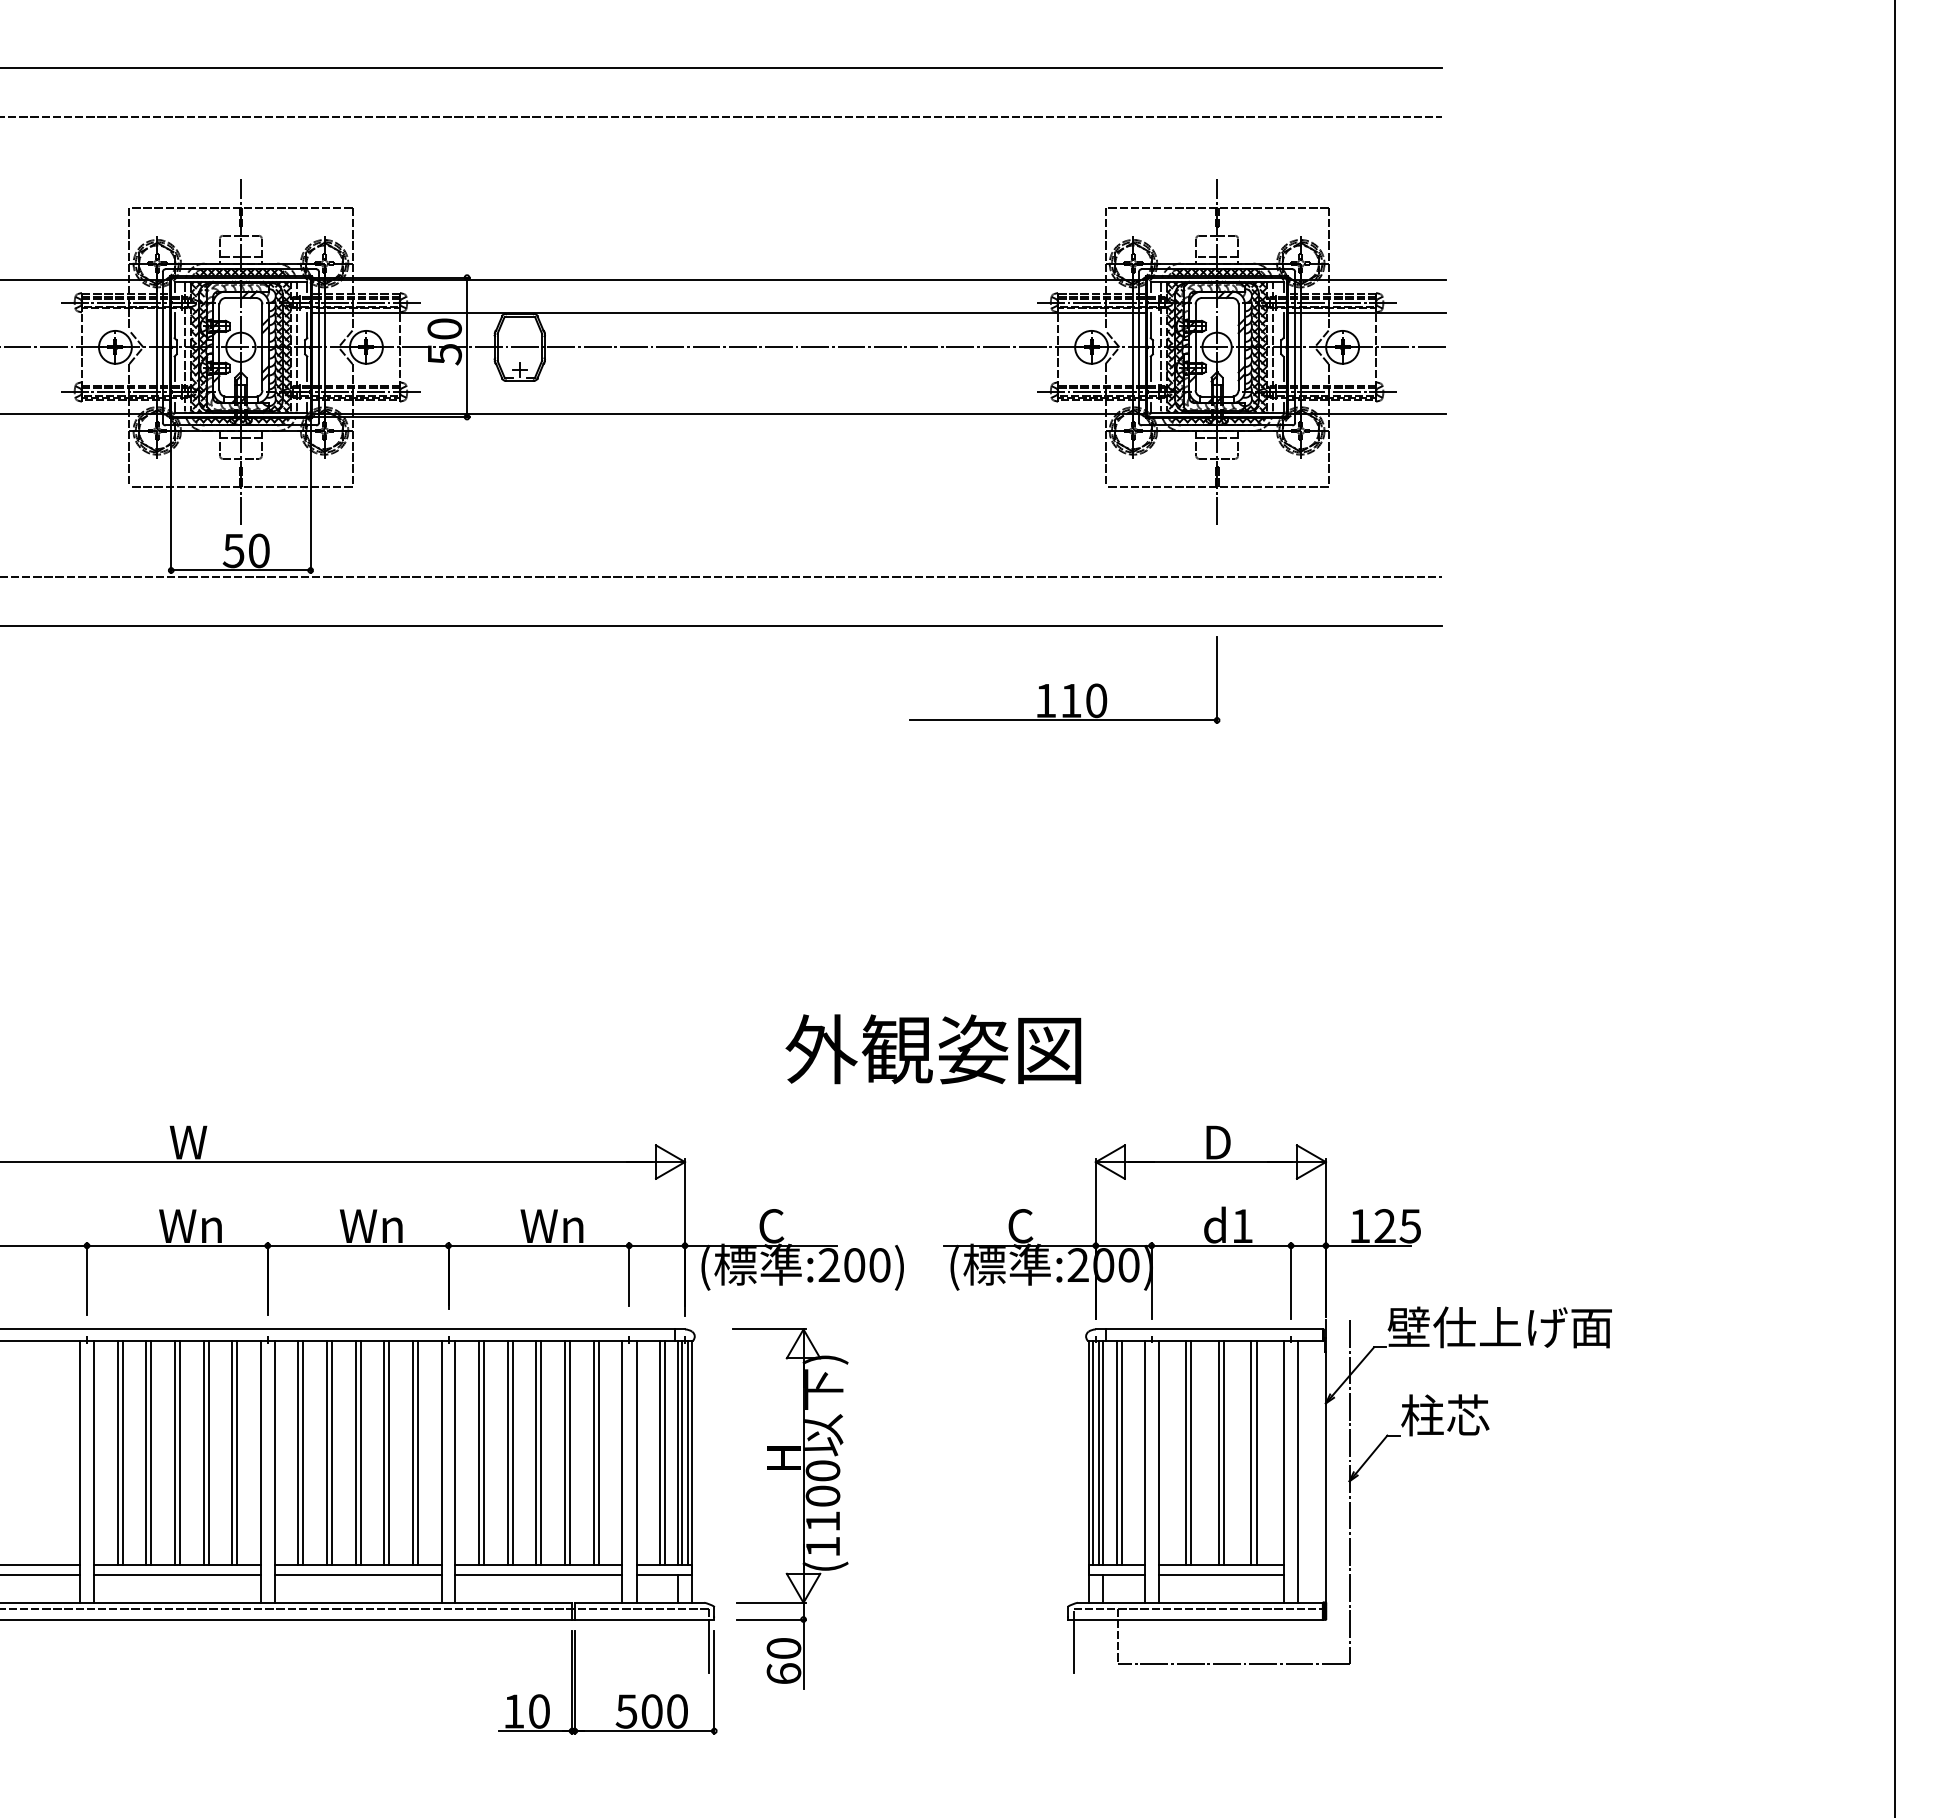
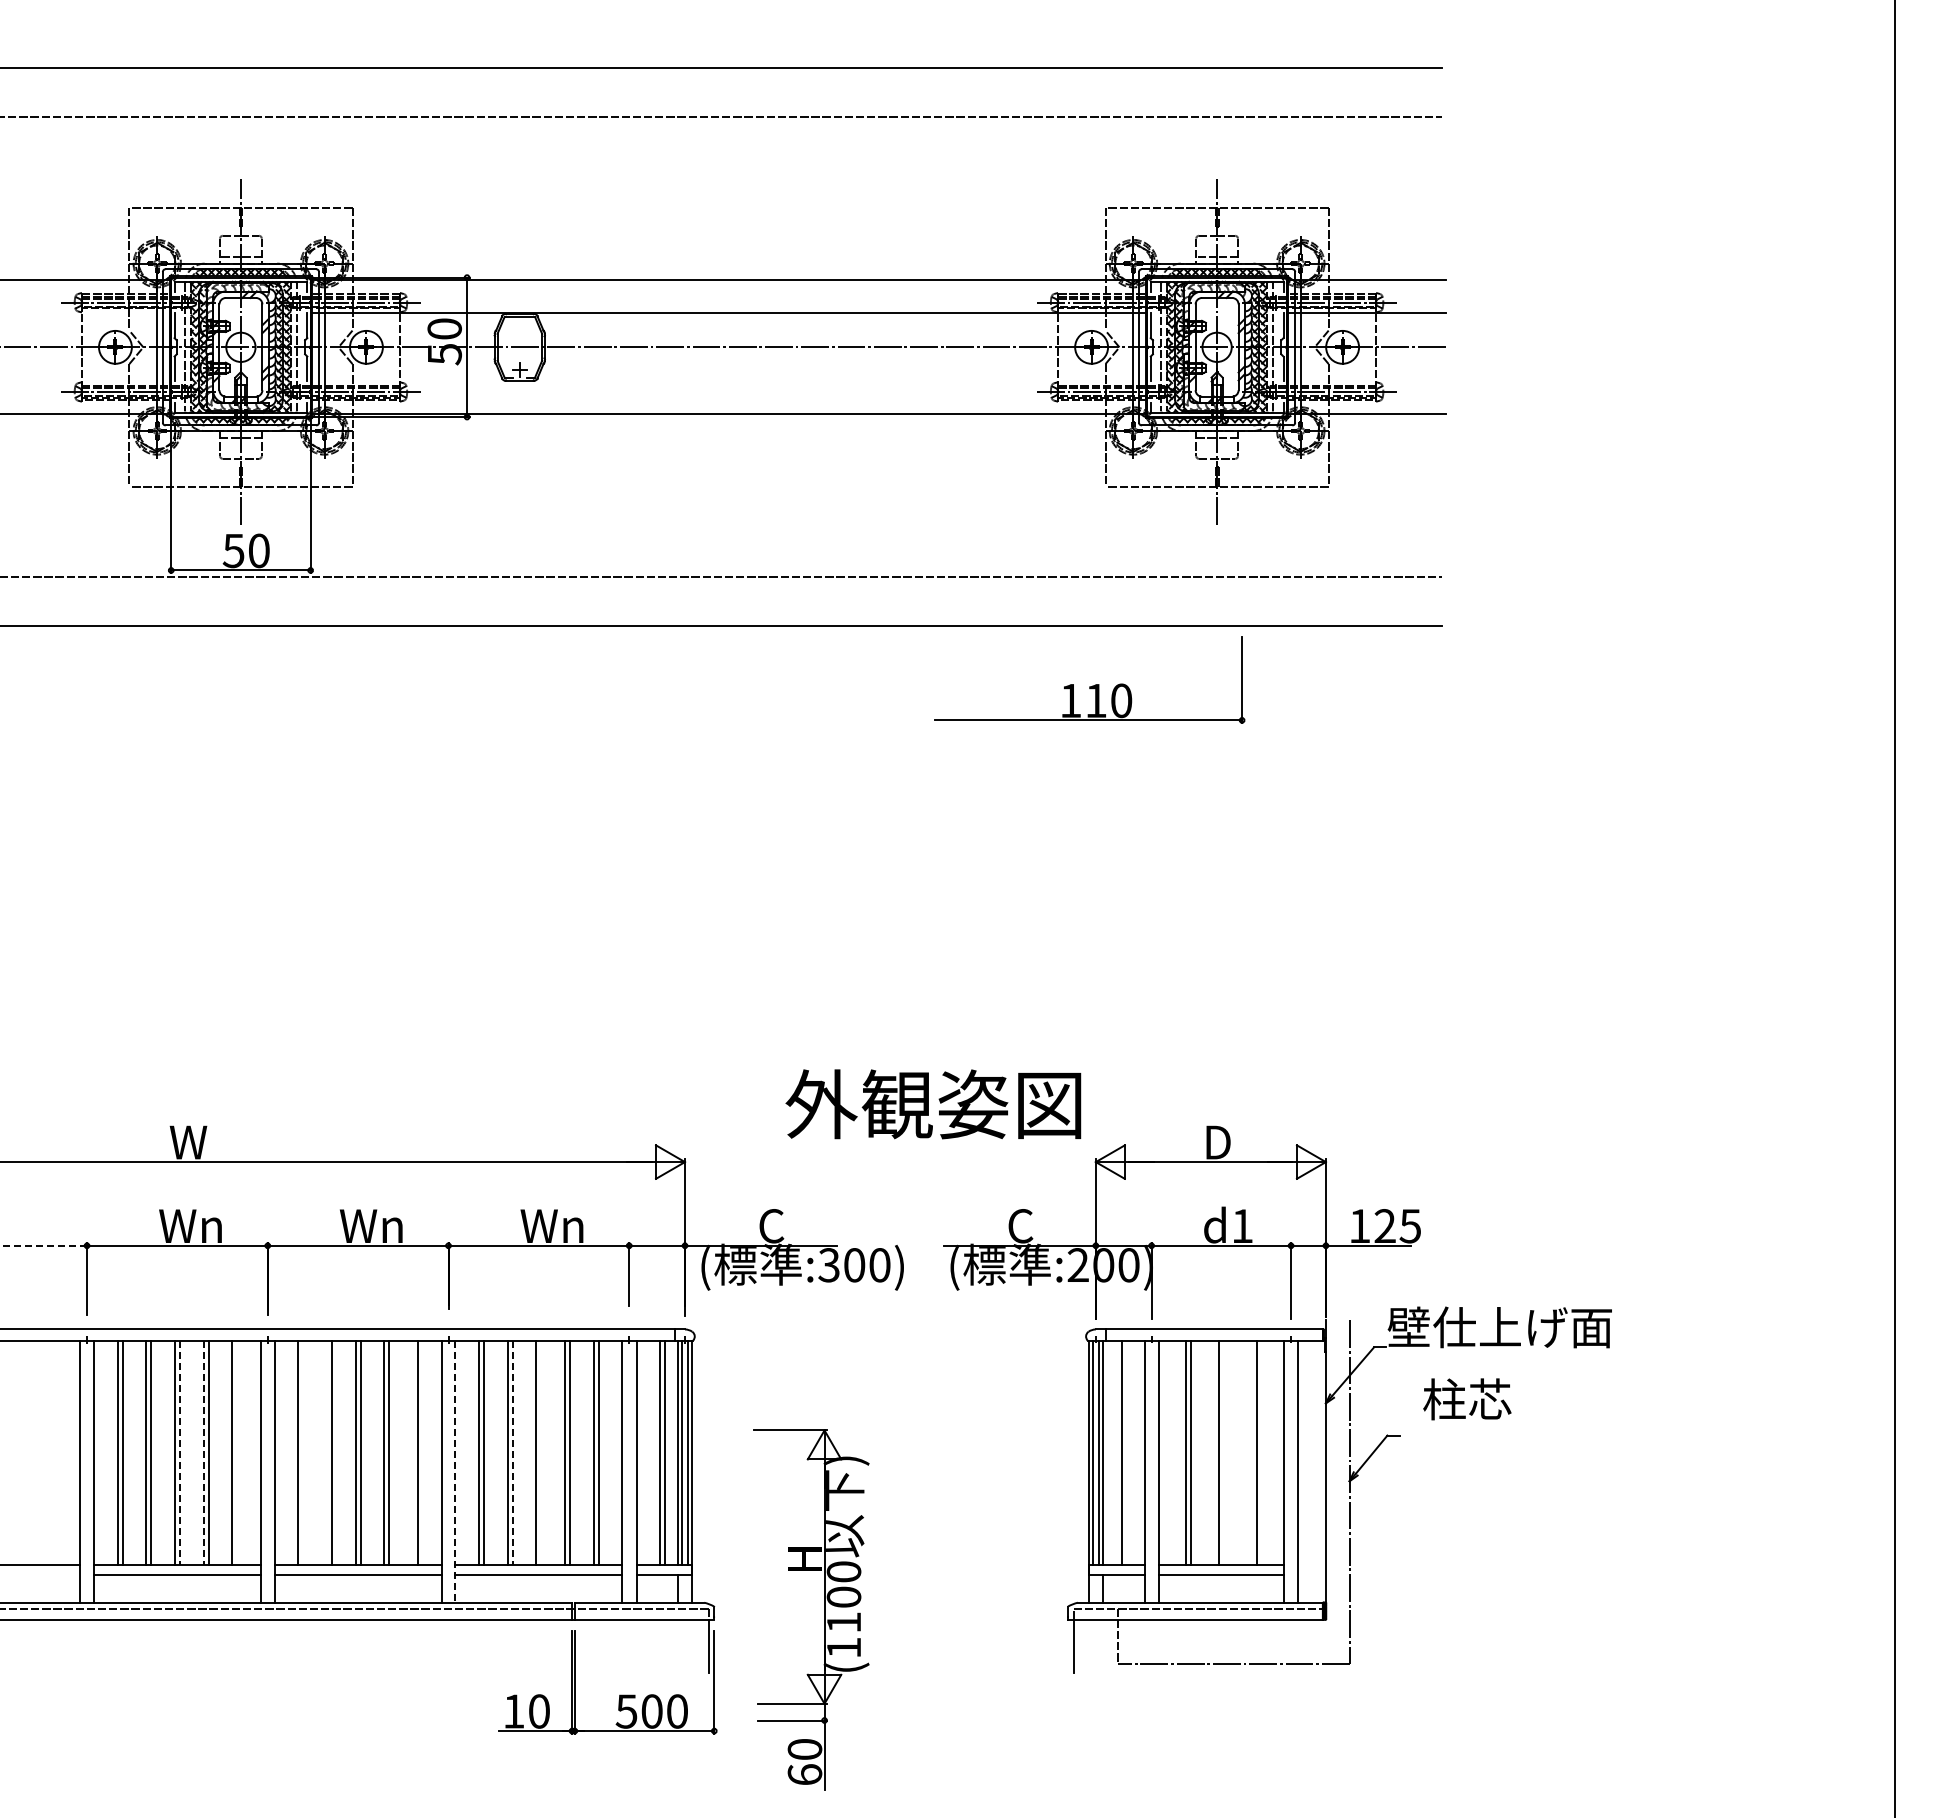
part at (1067, 685) position: (1067, 685) -> (1092, 685)
text at (933, 1049) position: (933, 1049) -> (933, 1104)
line at (43, 1245): solid -> dashed
text at (828, 1265): :200) -> :300)
text at (1445, 1415) position: (1445, 1415) -> (1467, 1399)
line at (237, 1452): present -> none
line at (303, 1452): present -> none
line at (326, 1452): present -> none
line at (412, 1452): present -> none
line at (541, 1452): present -> none
line at (1117, 1452): present -> none
line at (1223, 1452): present -> none
line at (1251, 1452): present -> none
line at (179, 1453): solid -> dashed
line at (203, 1453): solid -> dashed
line at (512, 1453): solid -> dashed
line at (455, 1472): solid -> dashed
part at (803, 1508) position: (803, 1508) -> (824, 1609)
line at (41, 1574): present -> none
